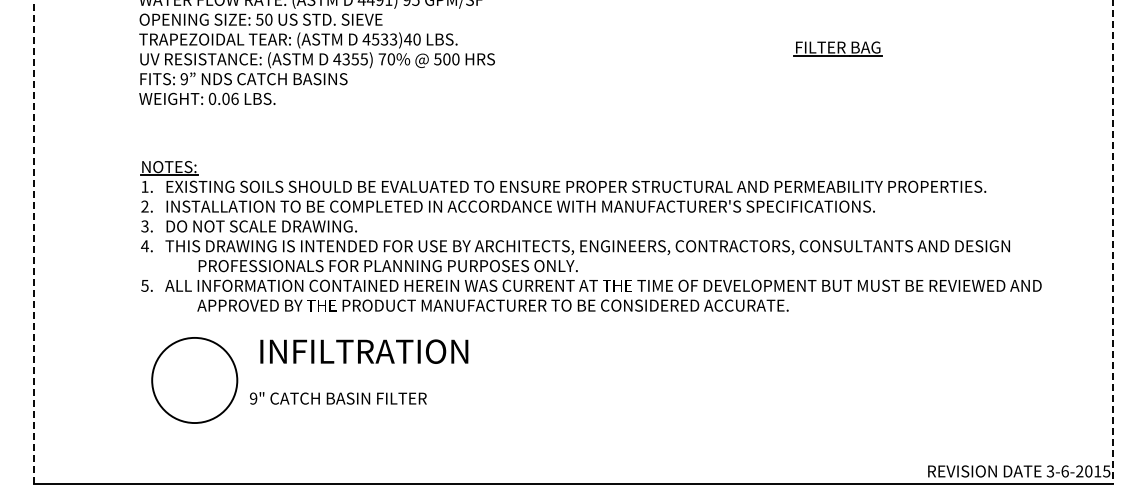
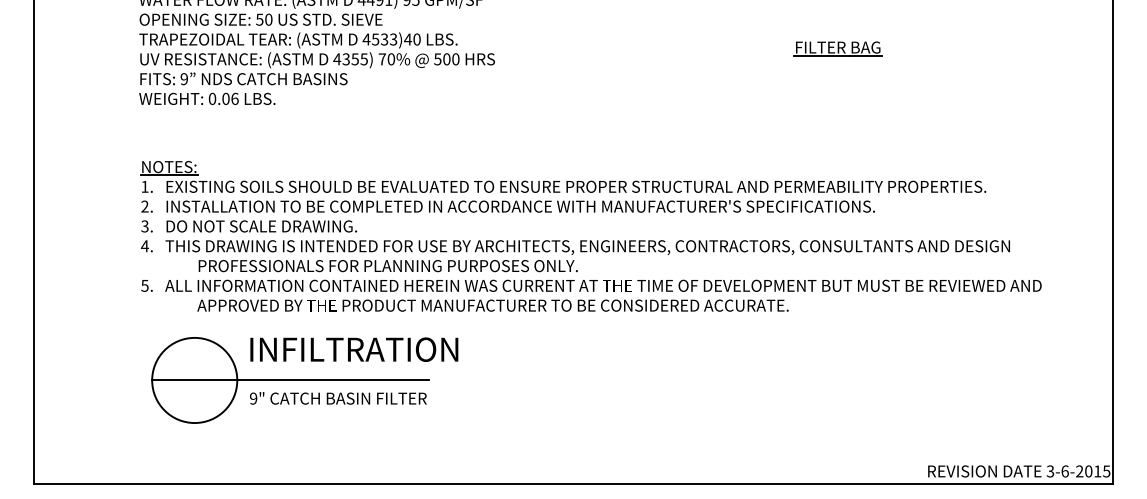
line at (34, 242): dashed -> solid
line at (1112, 242): dashed -> solid
text at (364, 351) position: (364, 351) -> (354, 349)
line at (290, 380): none -> present
